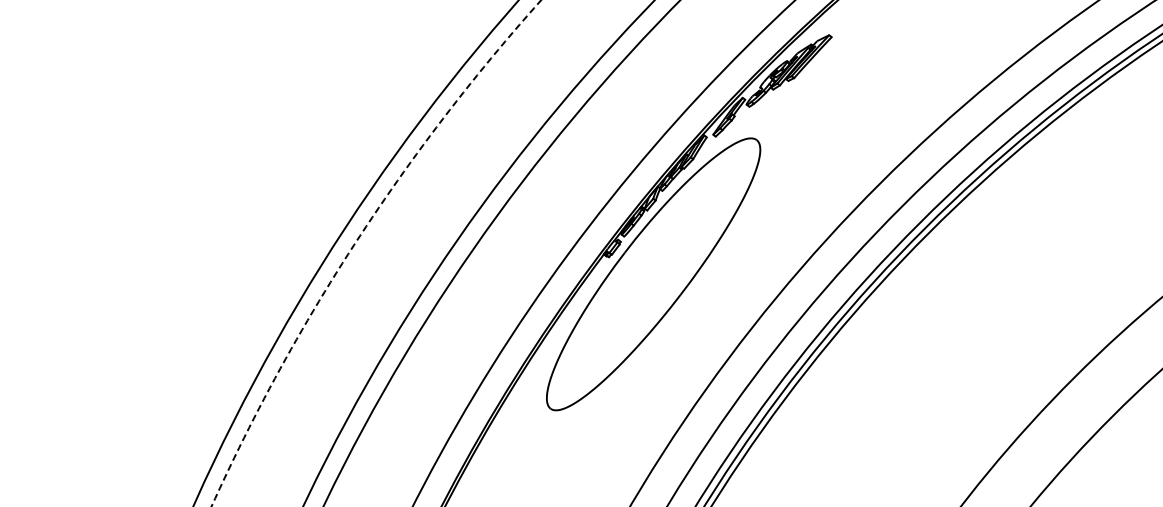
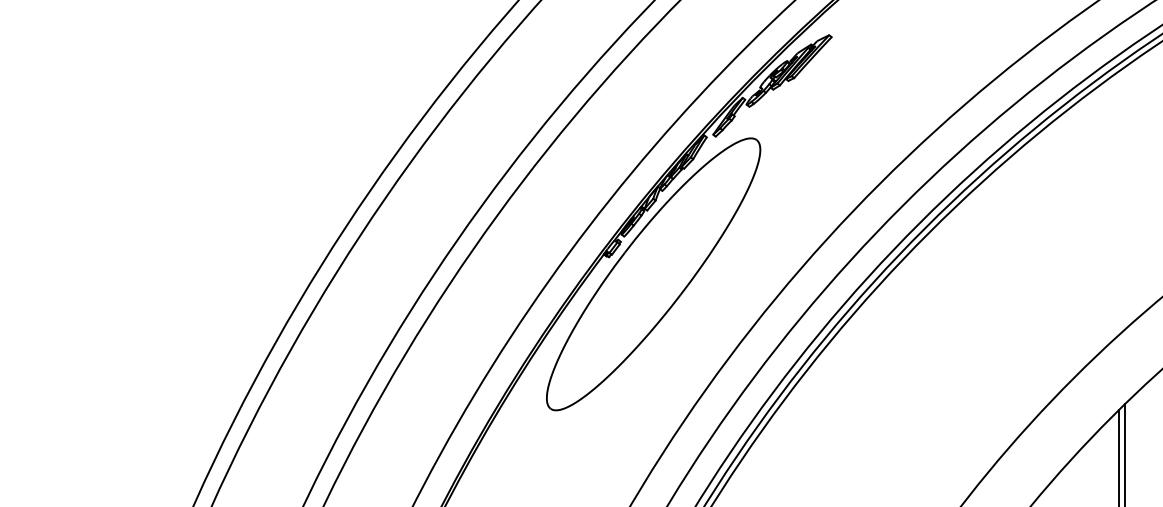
arc at (357, 239): dashed -> solid
line at (1125, 453): none -> present
line at (1119, 456): none -> present
